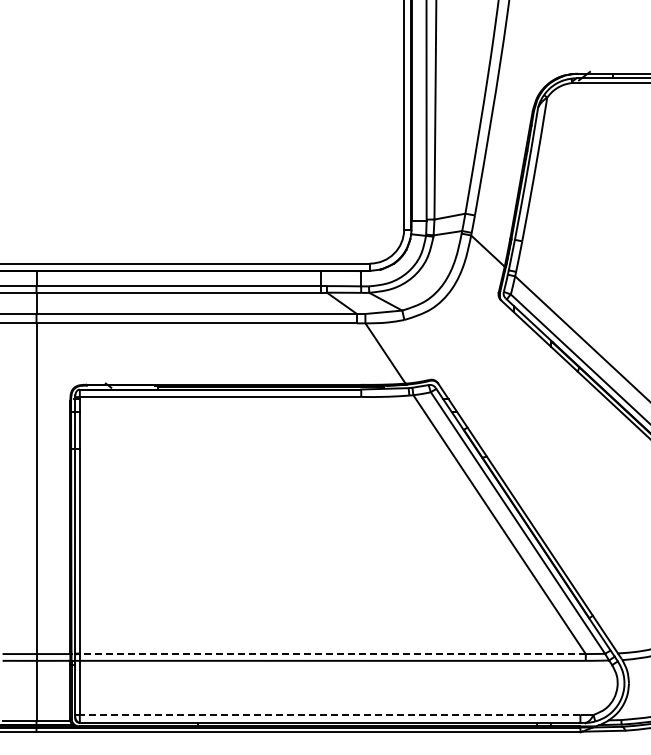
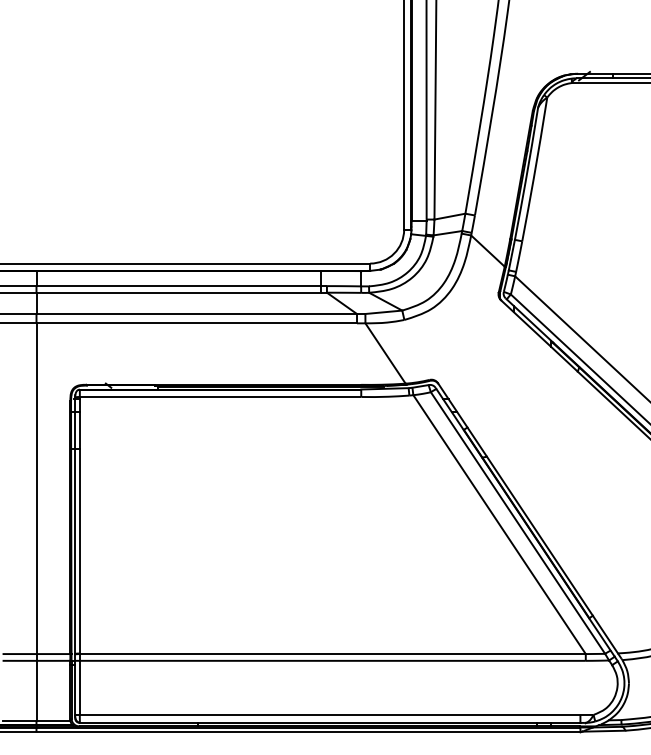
line at (332, 654): dashed -> solid
line at (329, 714): dashed -> solid
